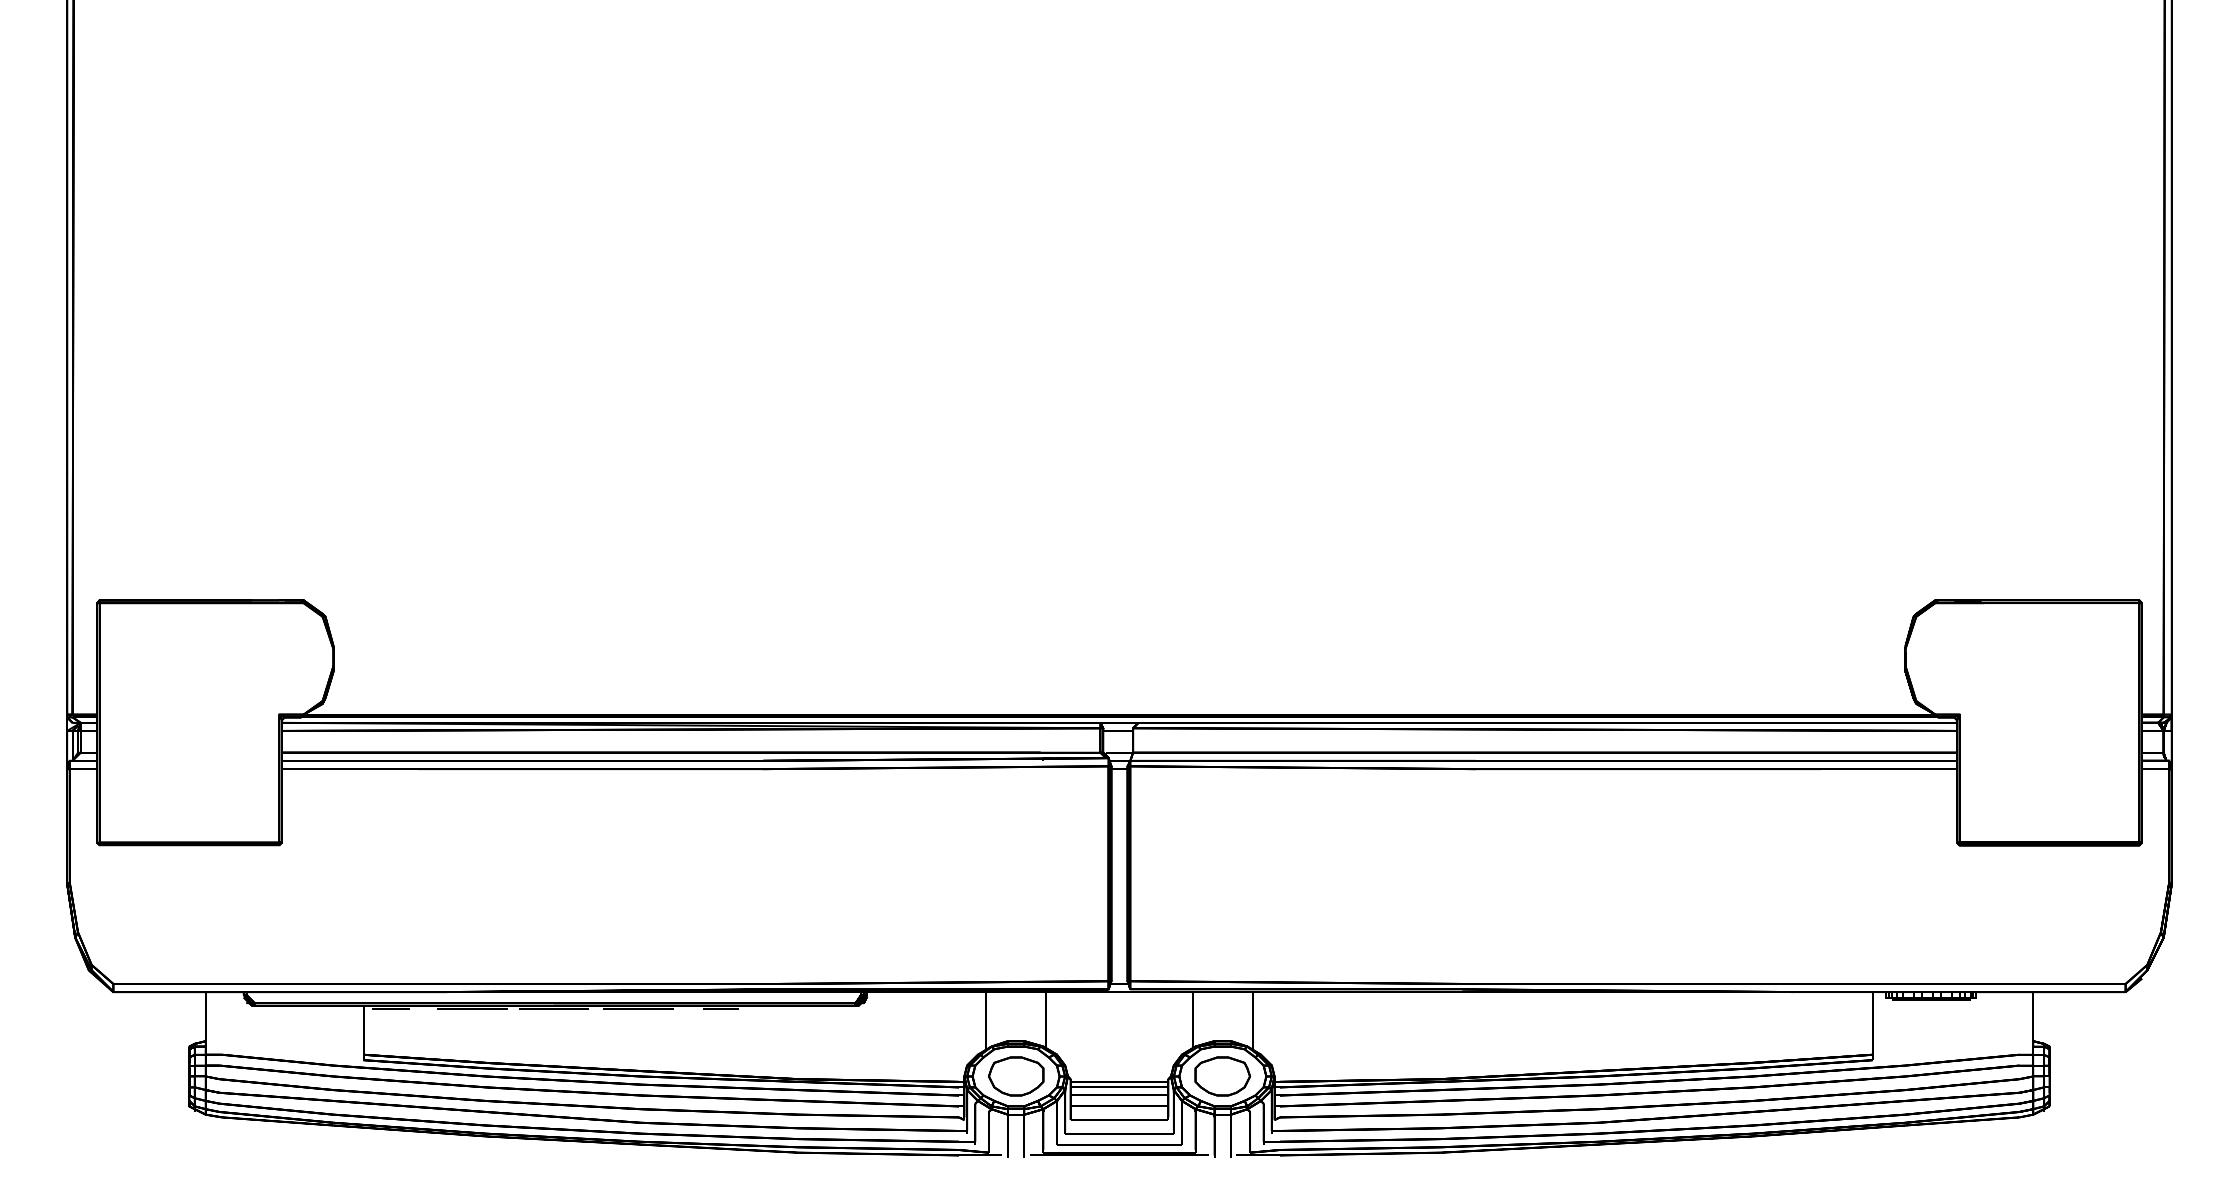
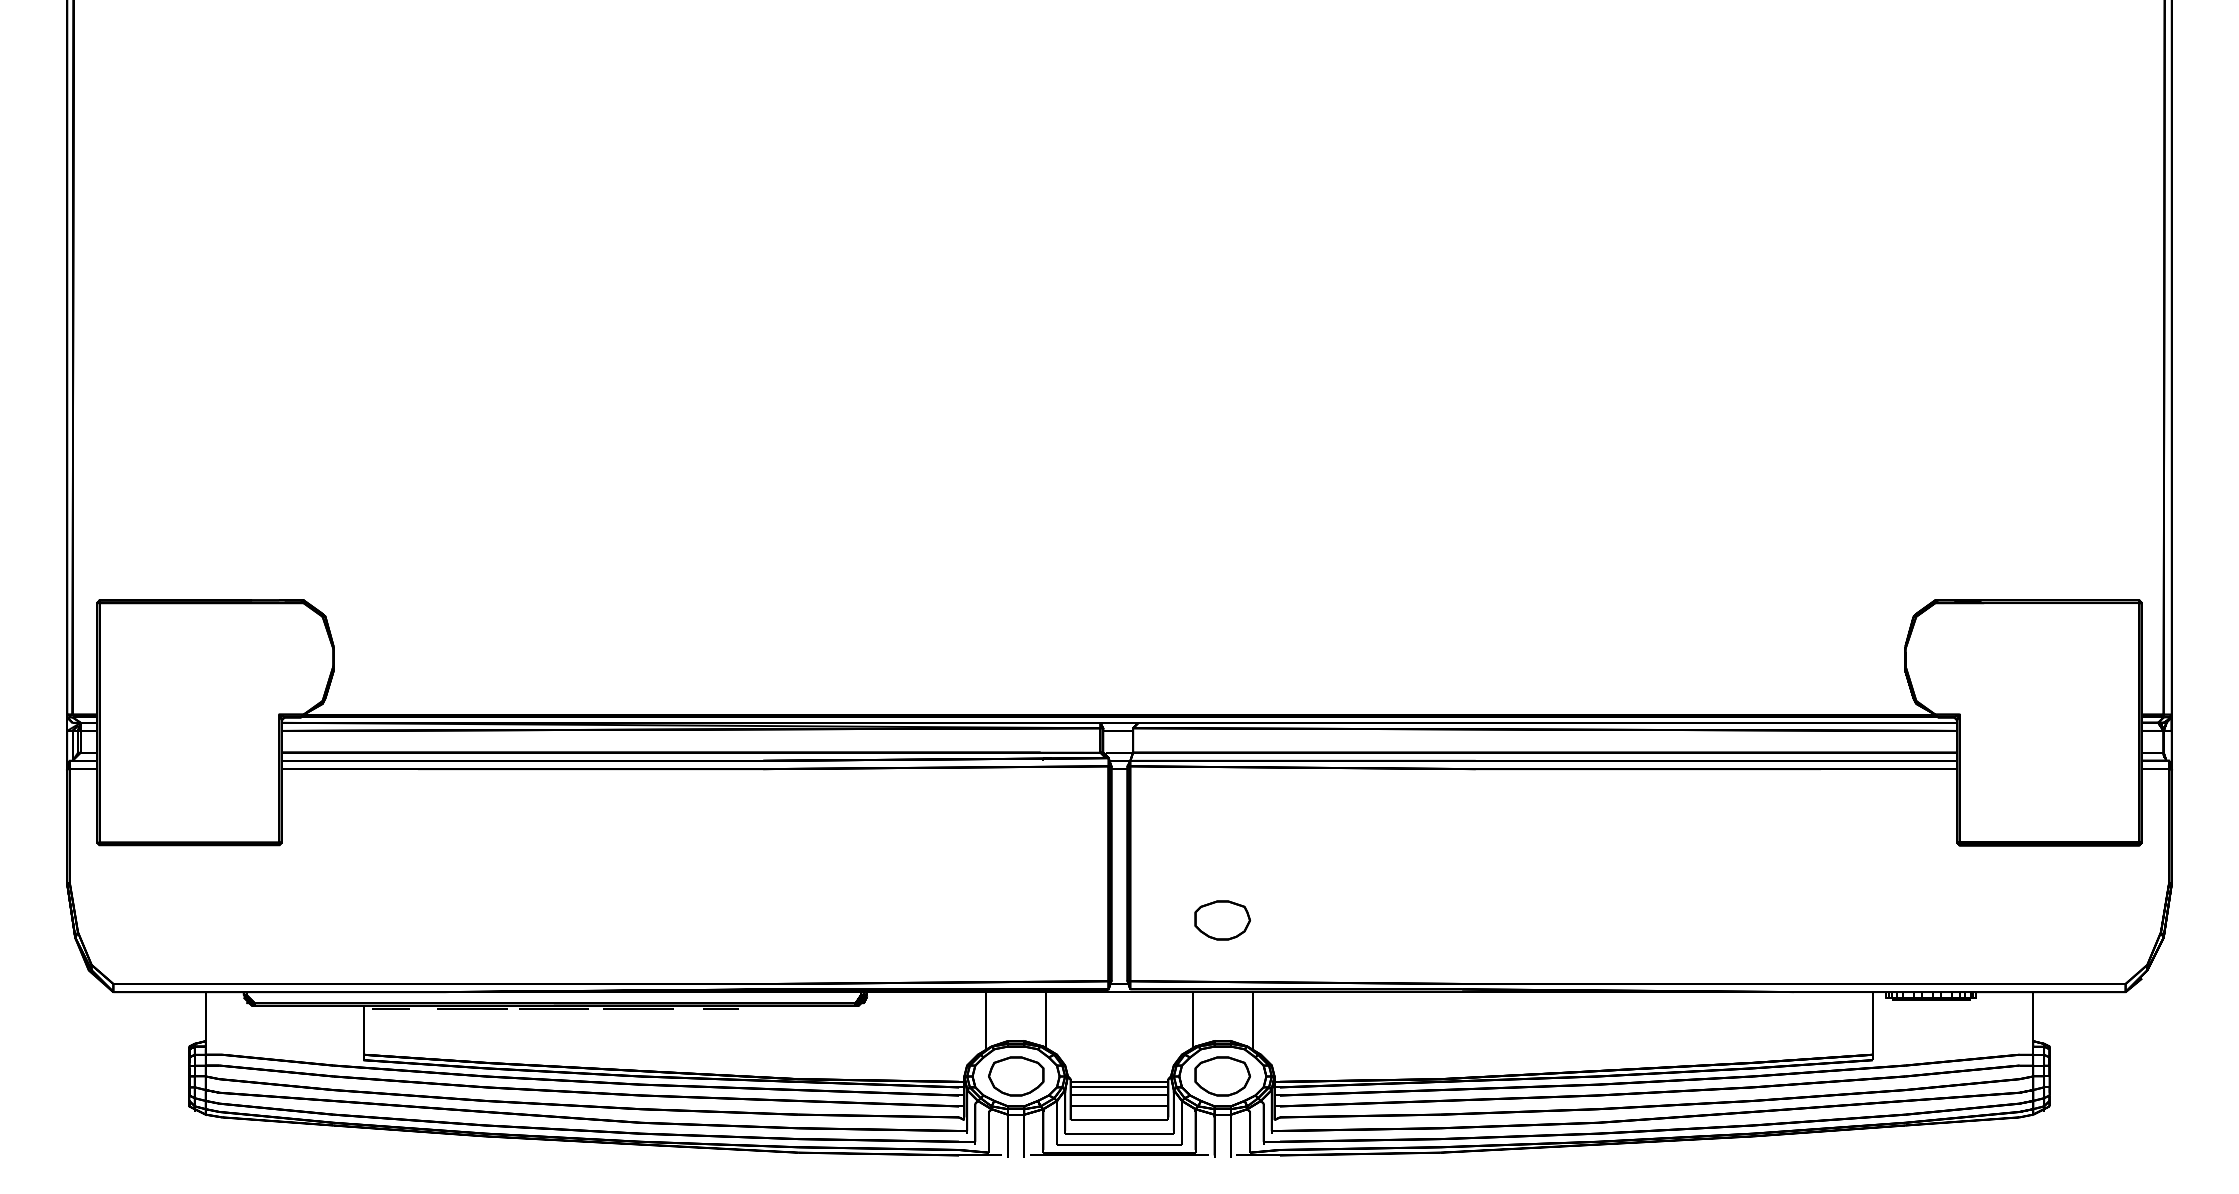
part at (1222, 920): none -> present
